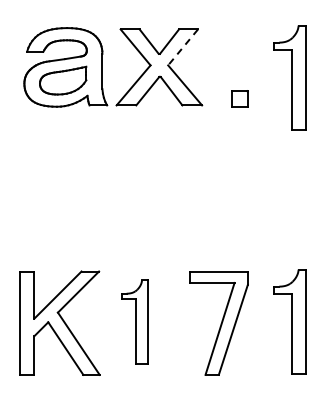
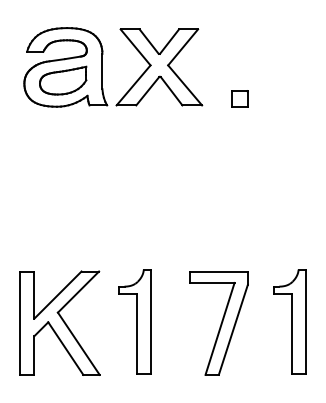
line at (182, 47): dashed -> solid
part at (289, 77): present -> none
part at (134, 321) size: 28x86 px -> 34x106 px
